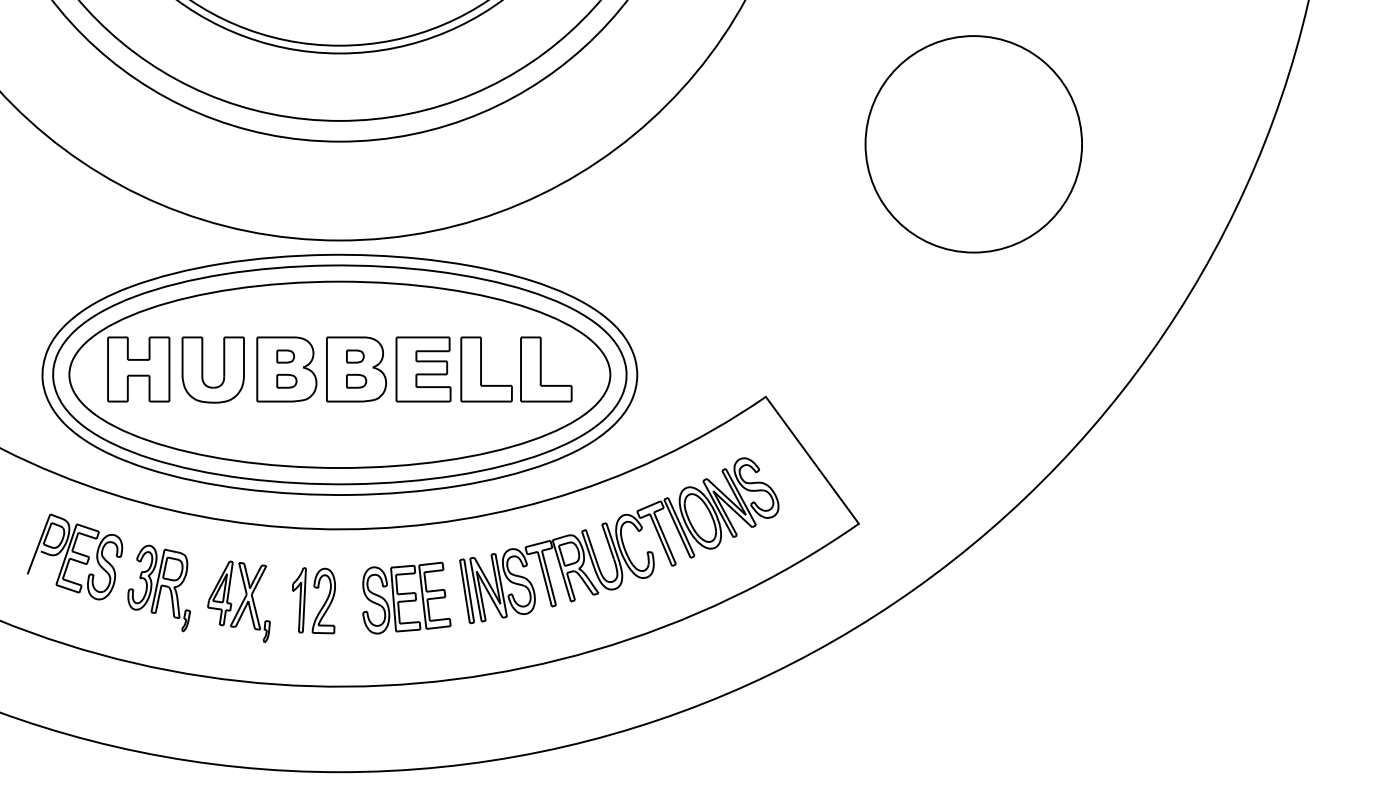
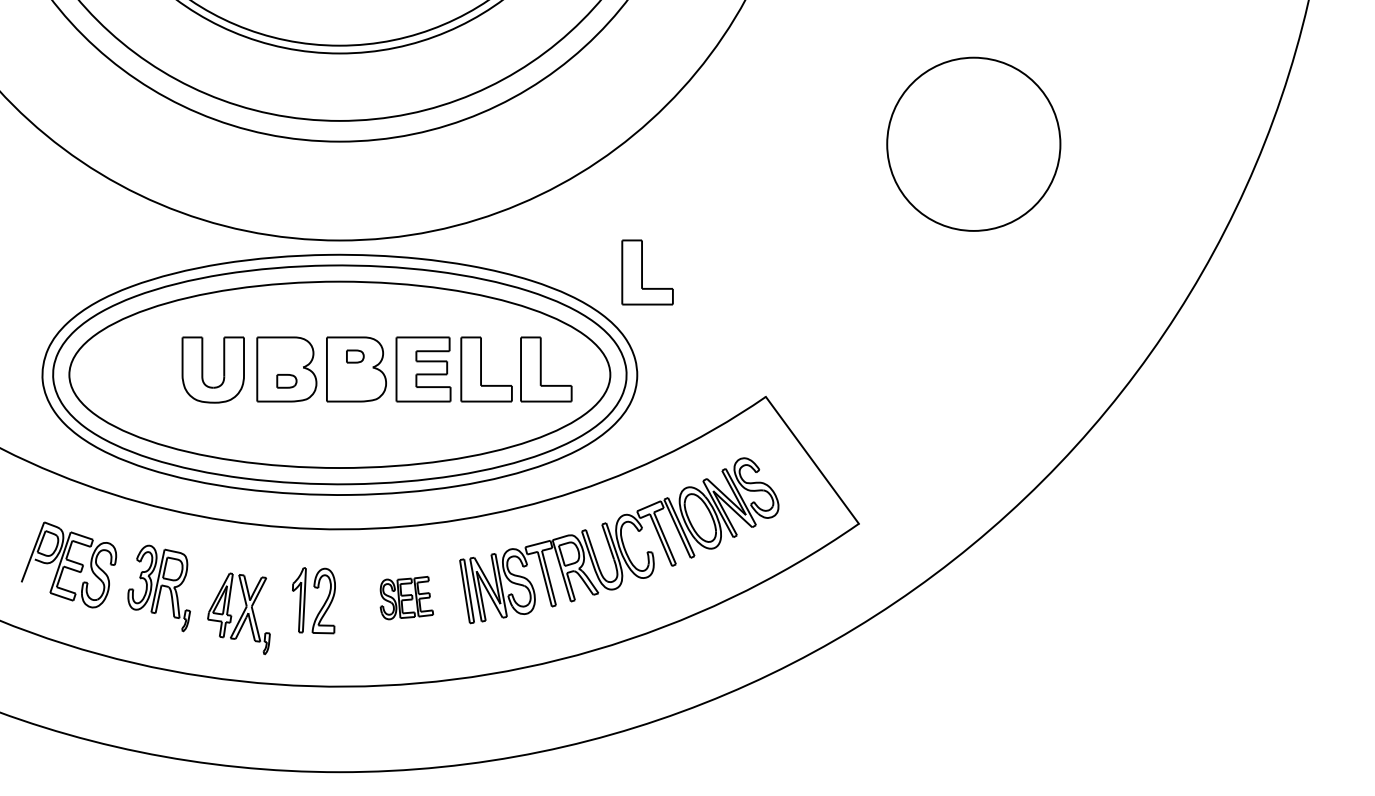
circle at (973, 144) diameter: 217 px -> 173 px
part at (647, 272): none -> present
part at (285, 356): present -> none
part at (138, 369): present -> none
part at (356, 381): present -> none
part at (75, 556) position: (75, 556) -> (69, 564)
part at (406, 597) size: 90x74 px -> 55x45 px
part at (238, 601) position: (238, 601) -> (238, 613)
